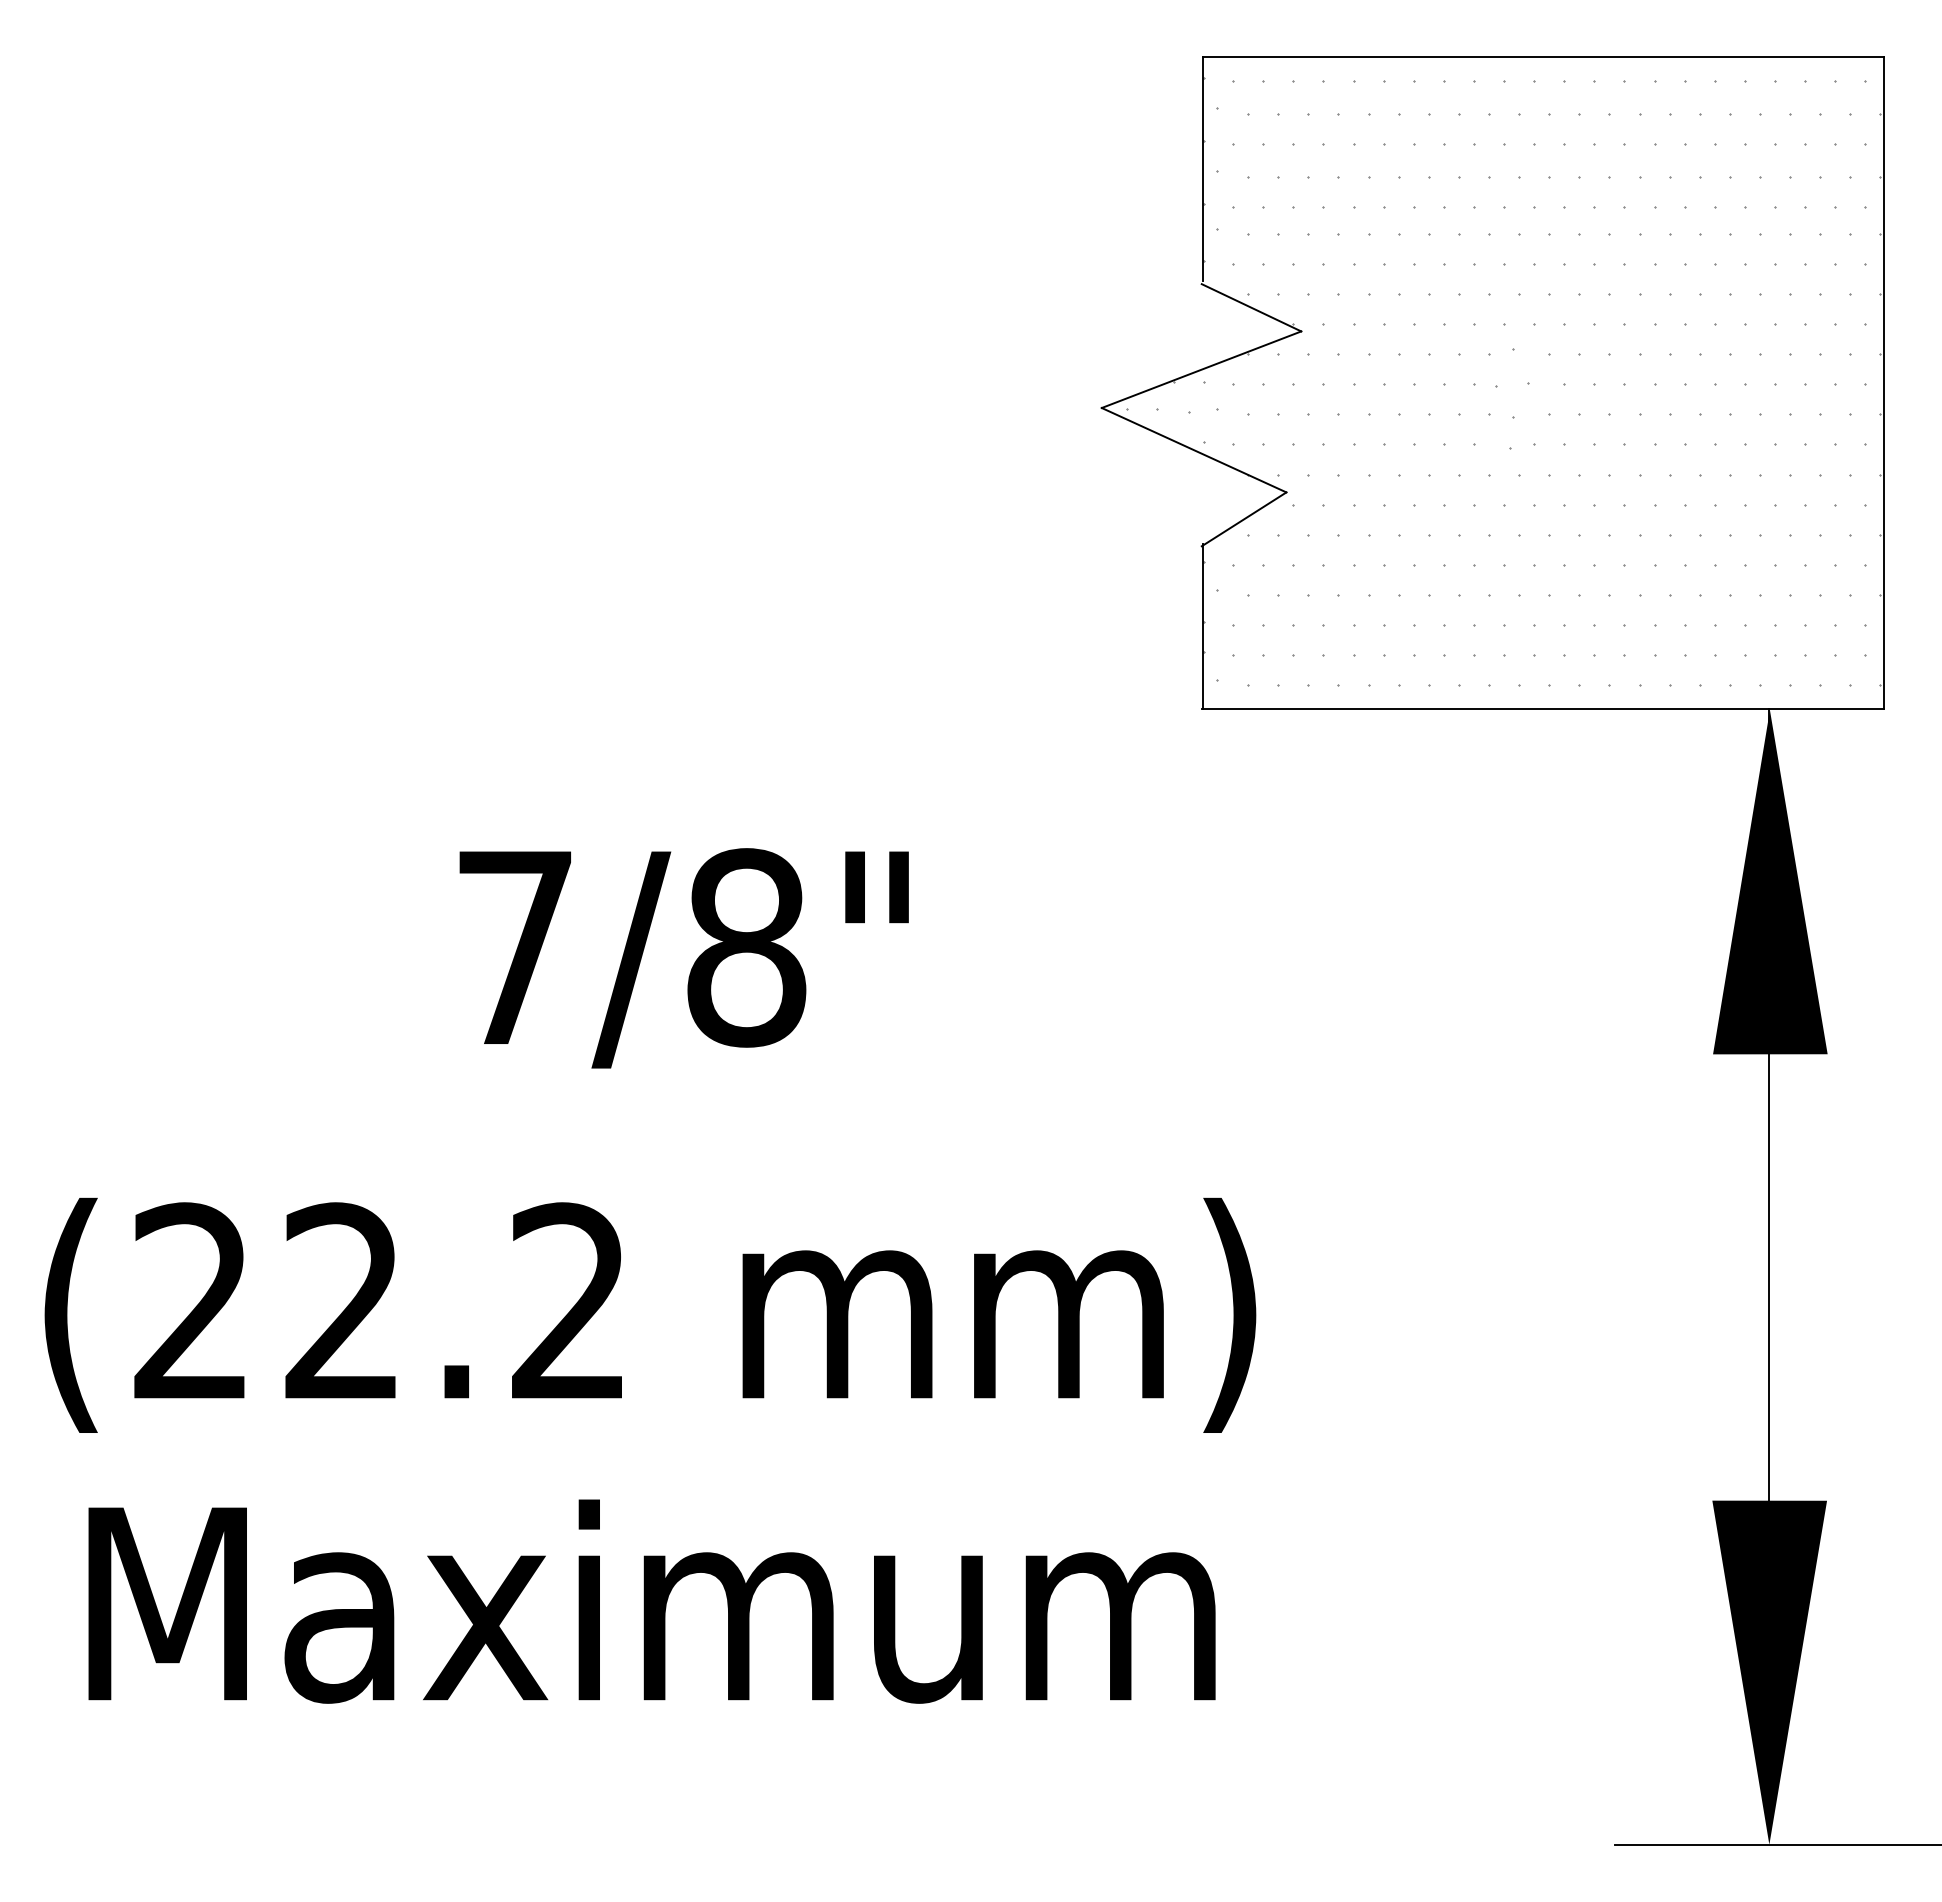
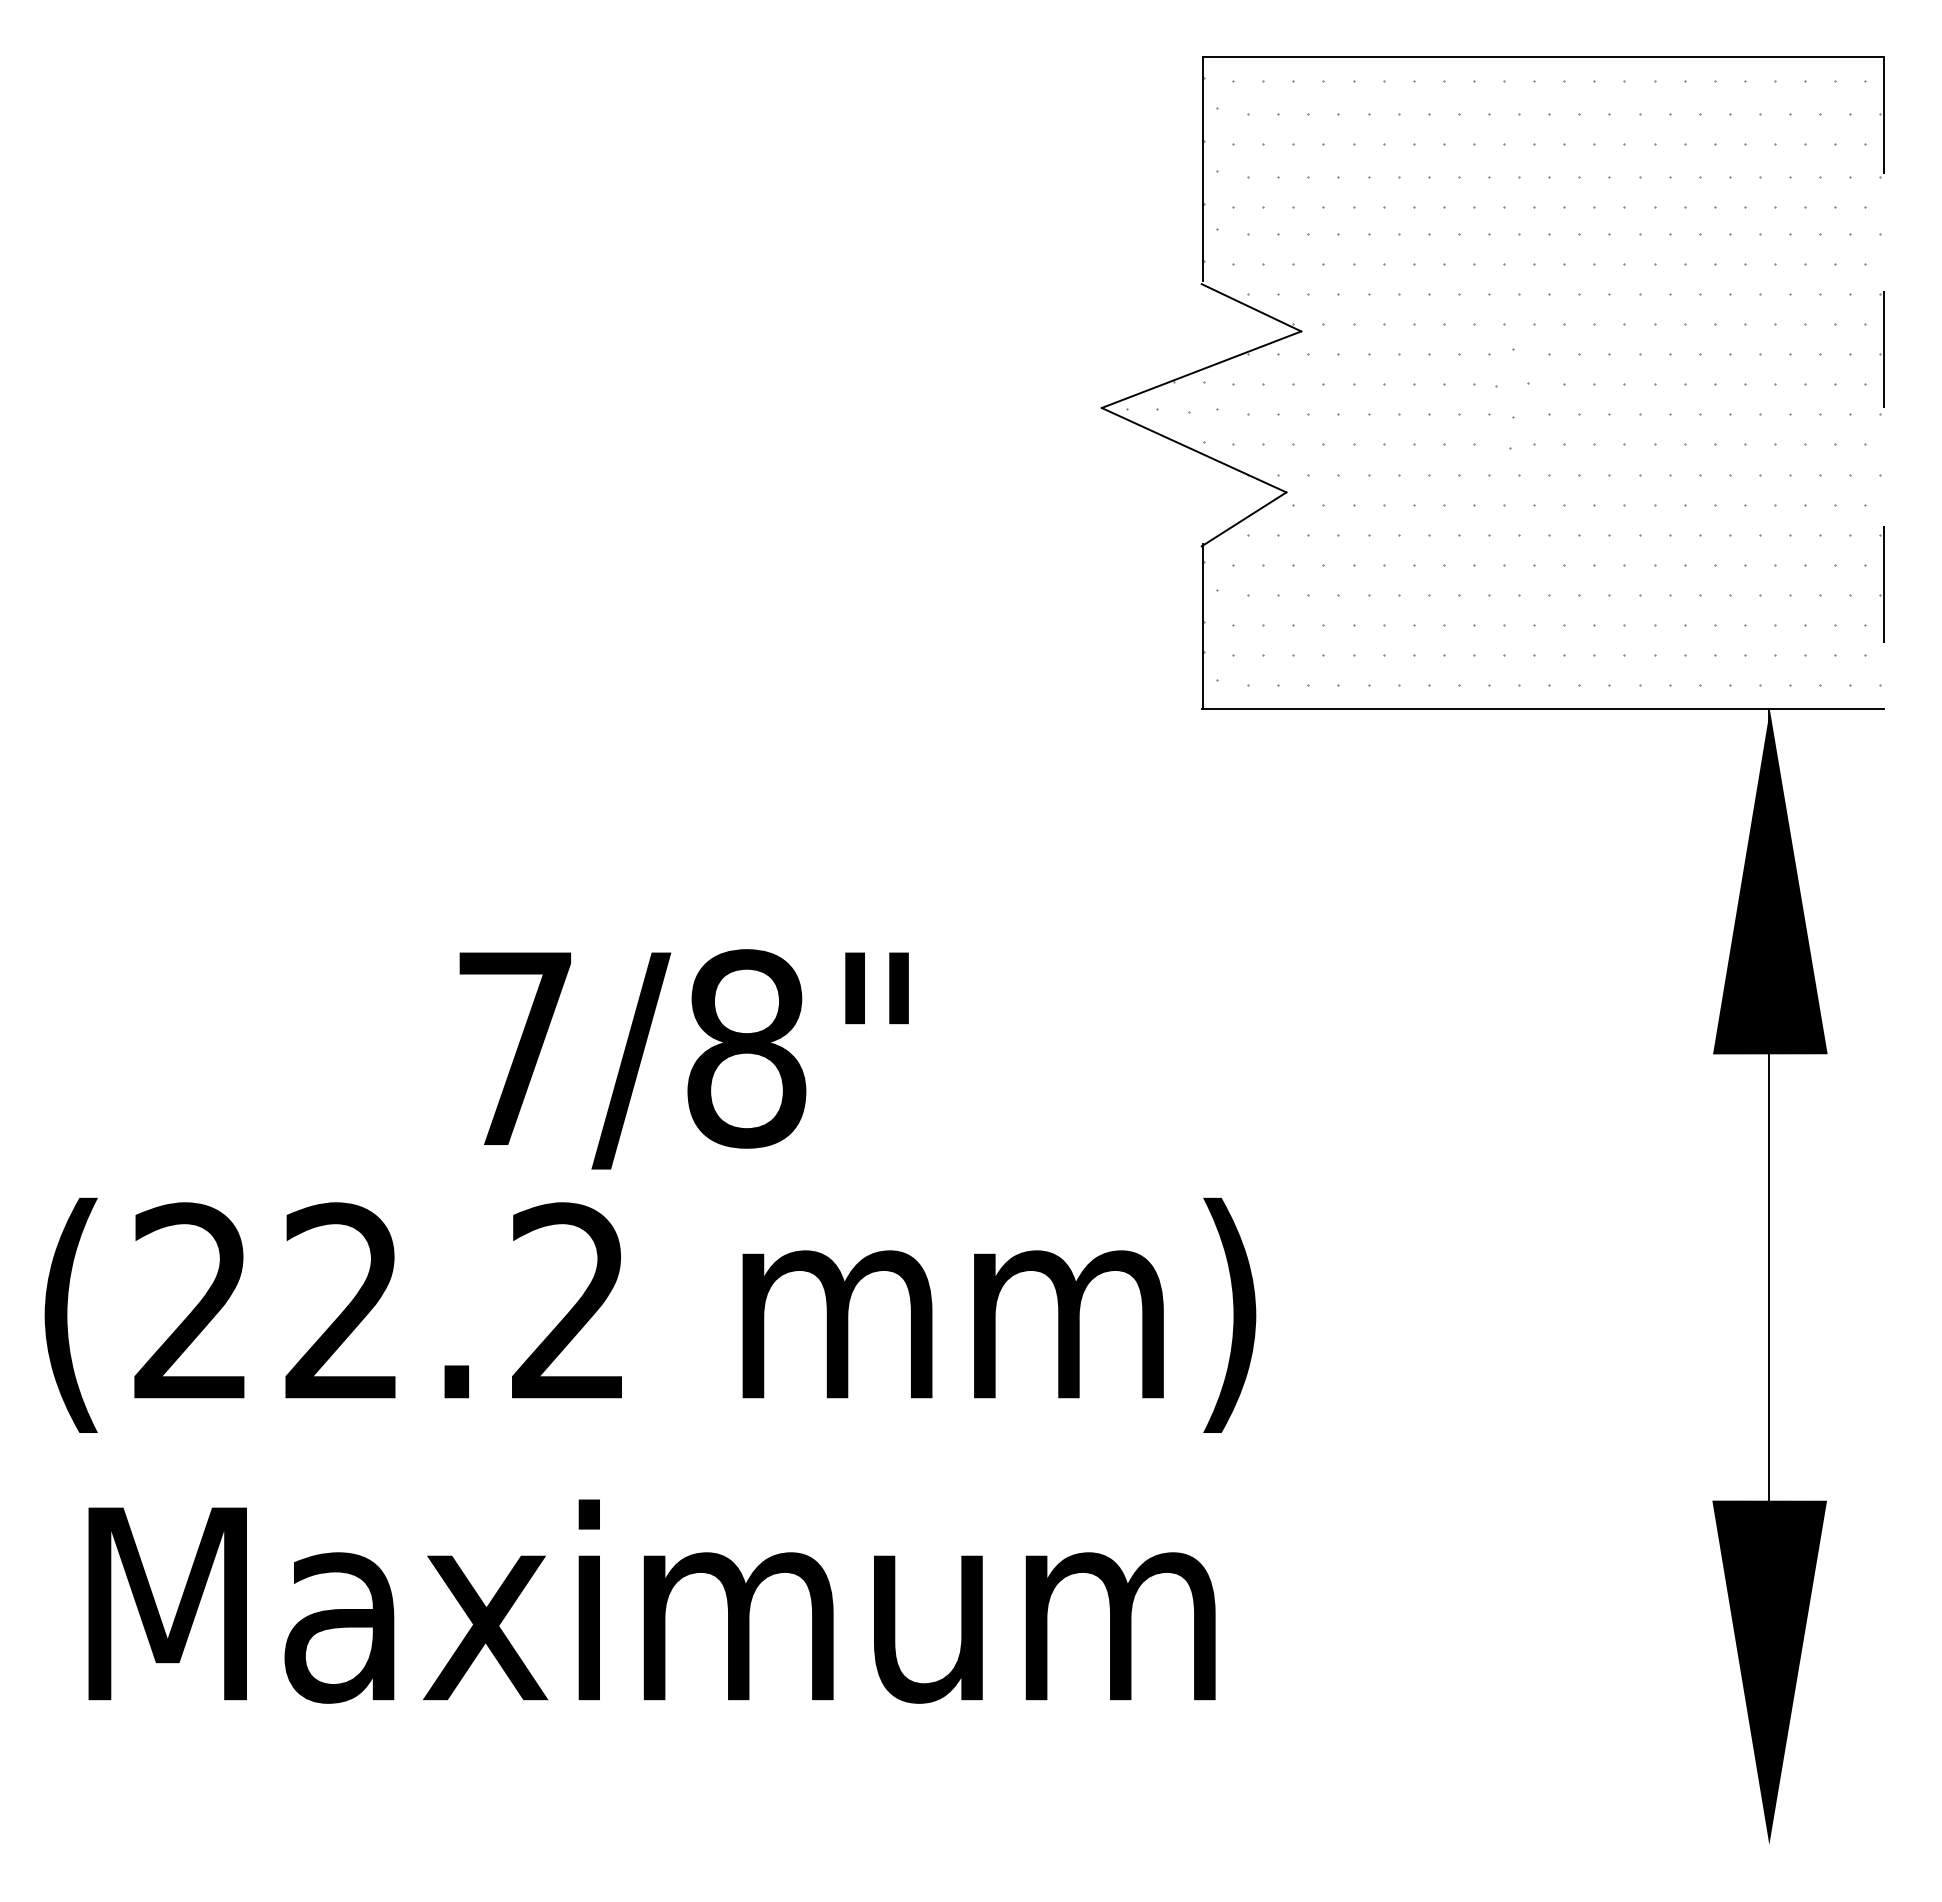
line at (1883, 383): solid -> dashed
text at (683, 958) position: (683, 958) -> (683, 1059)
line at (1776, 1845): present -> none
